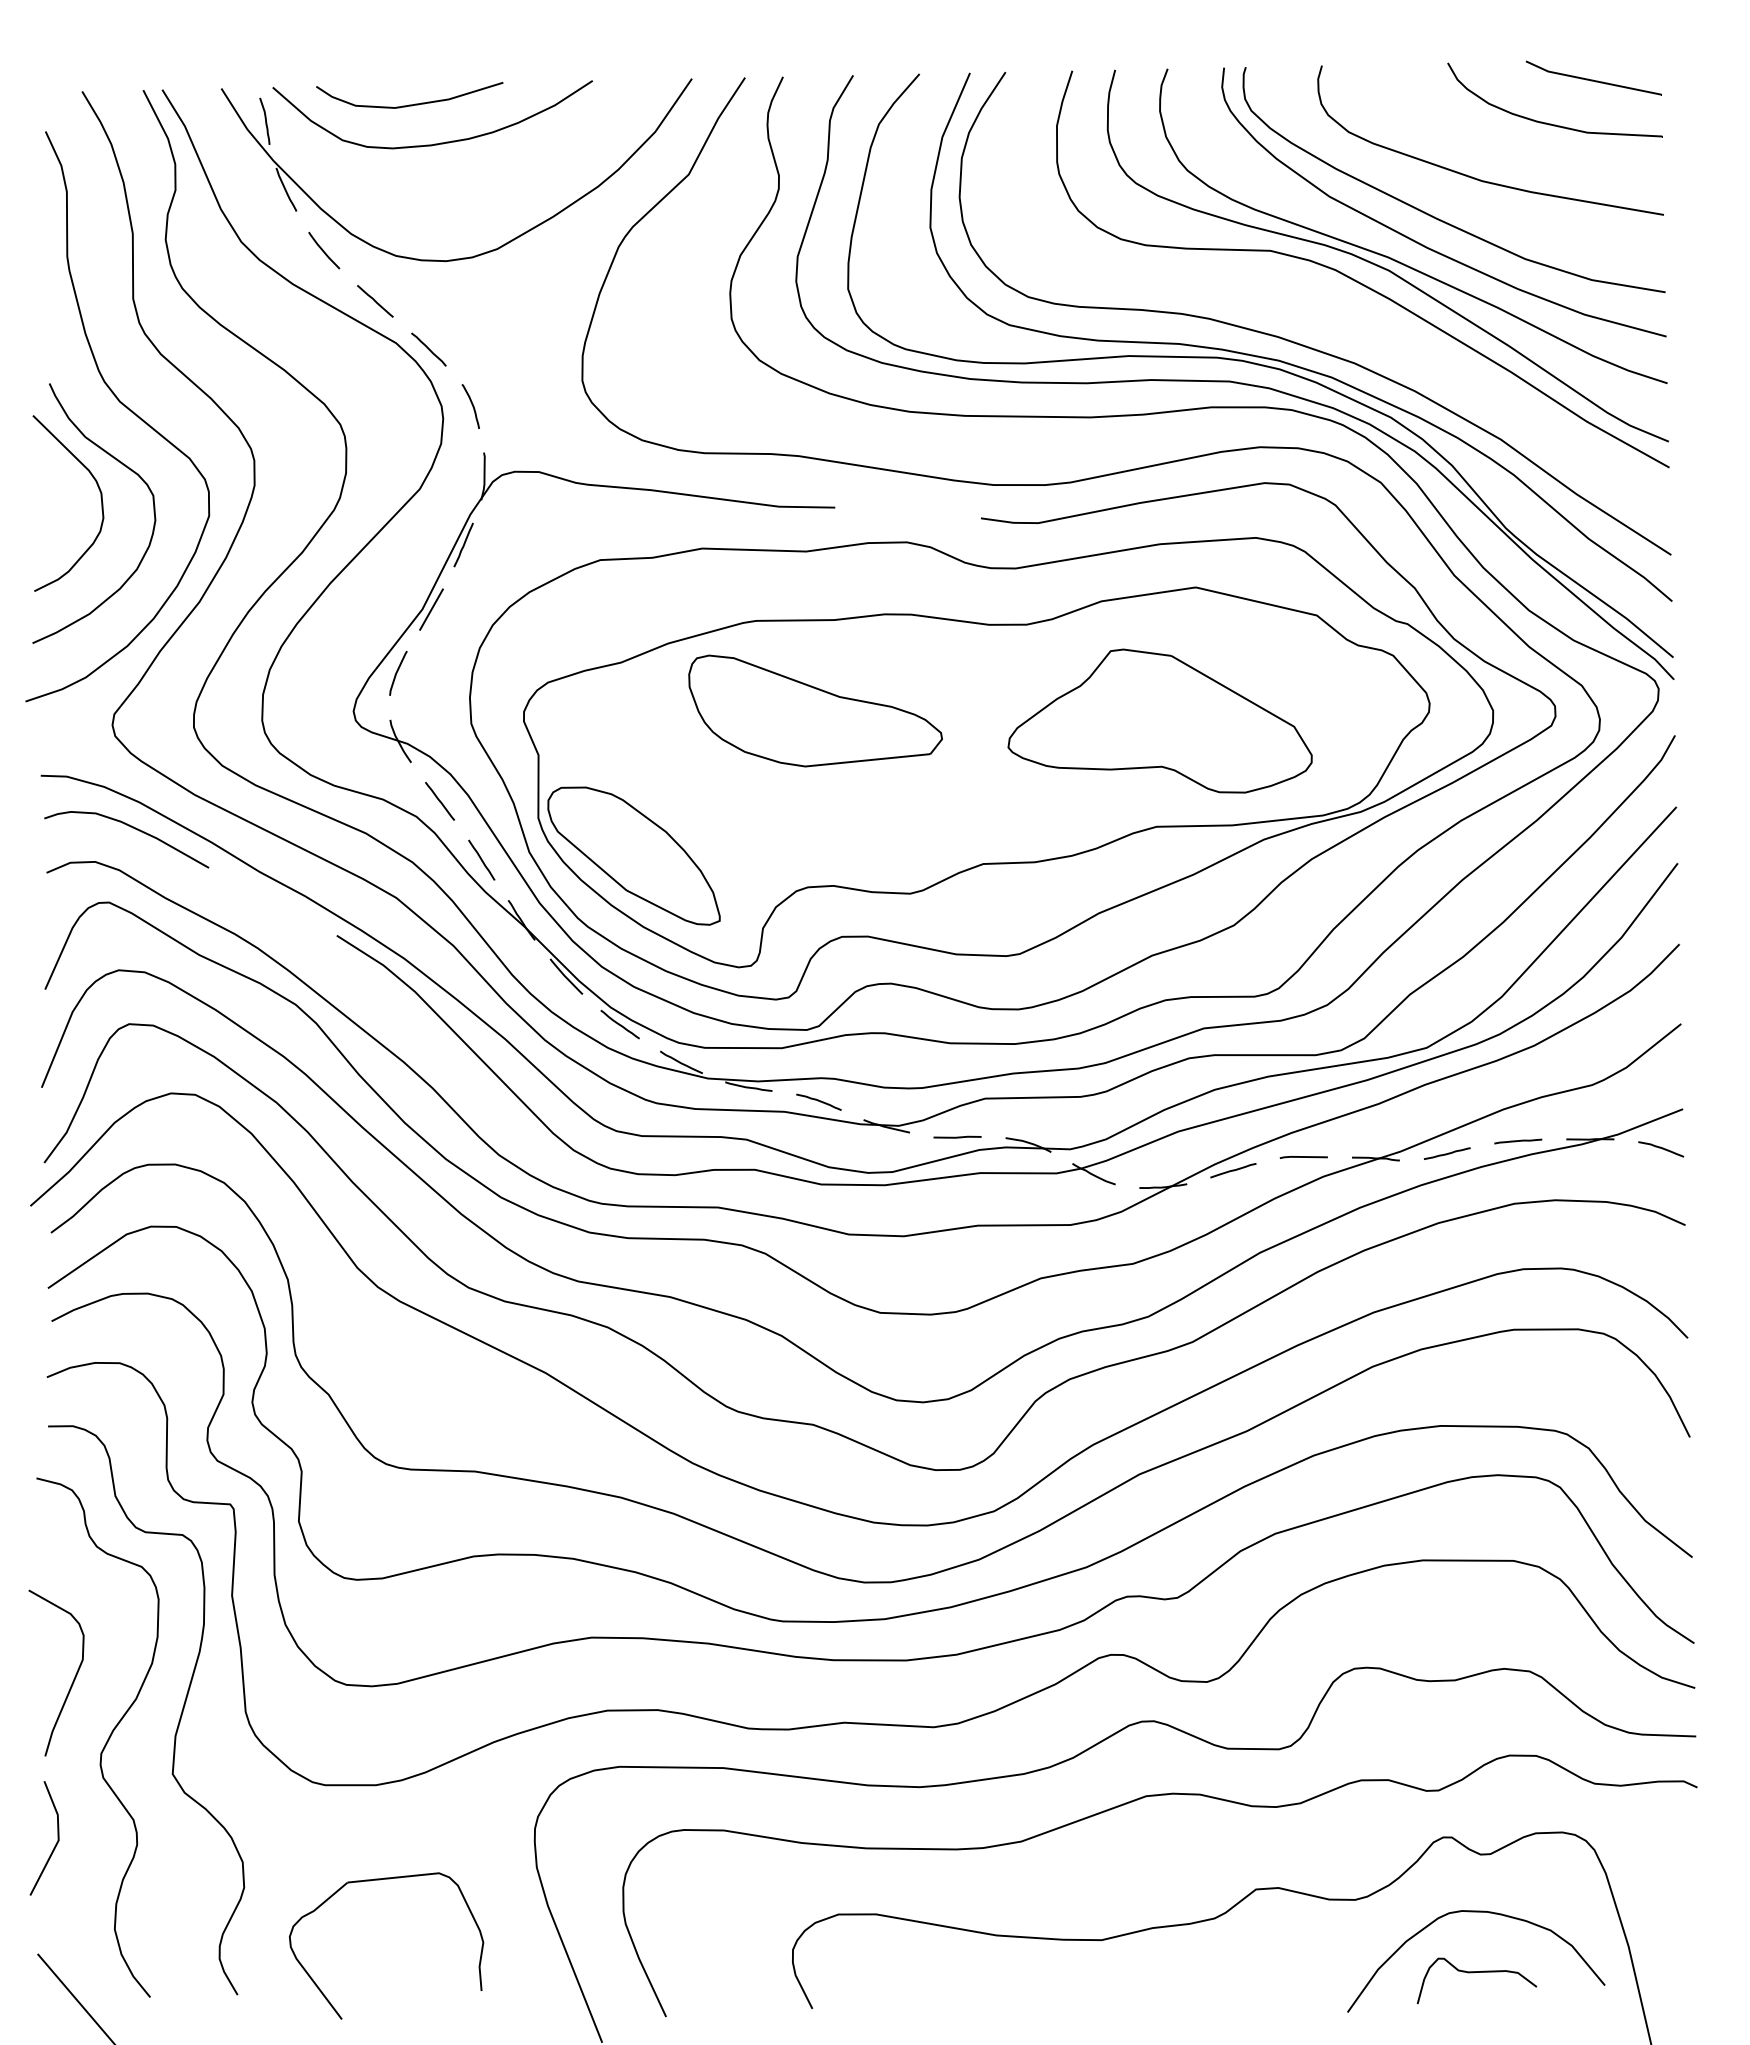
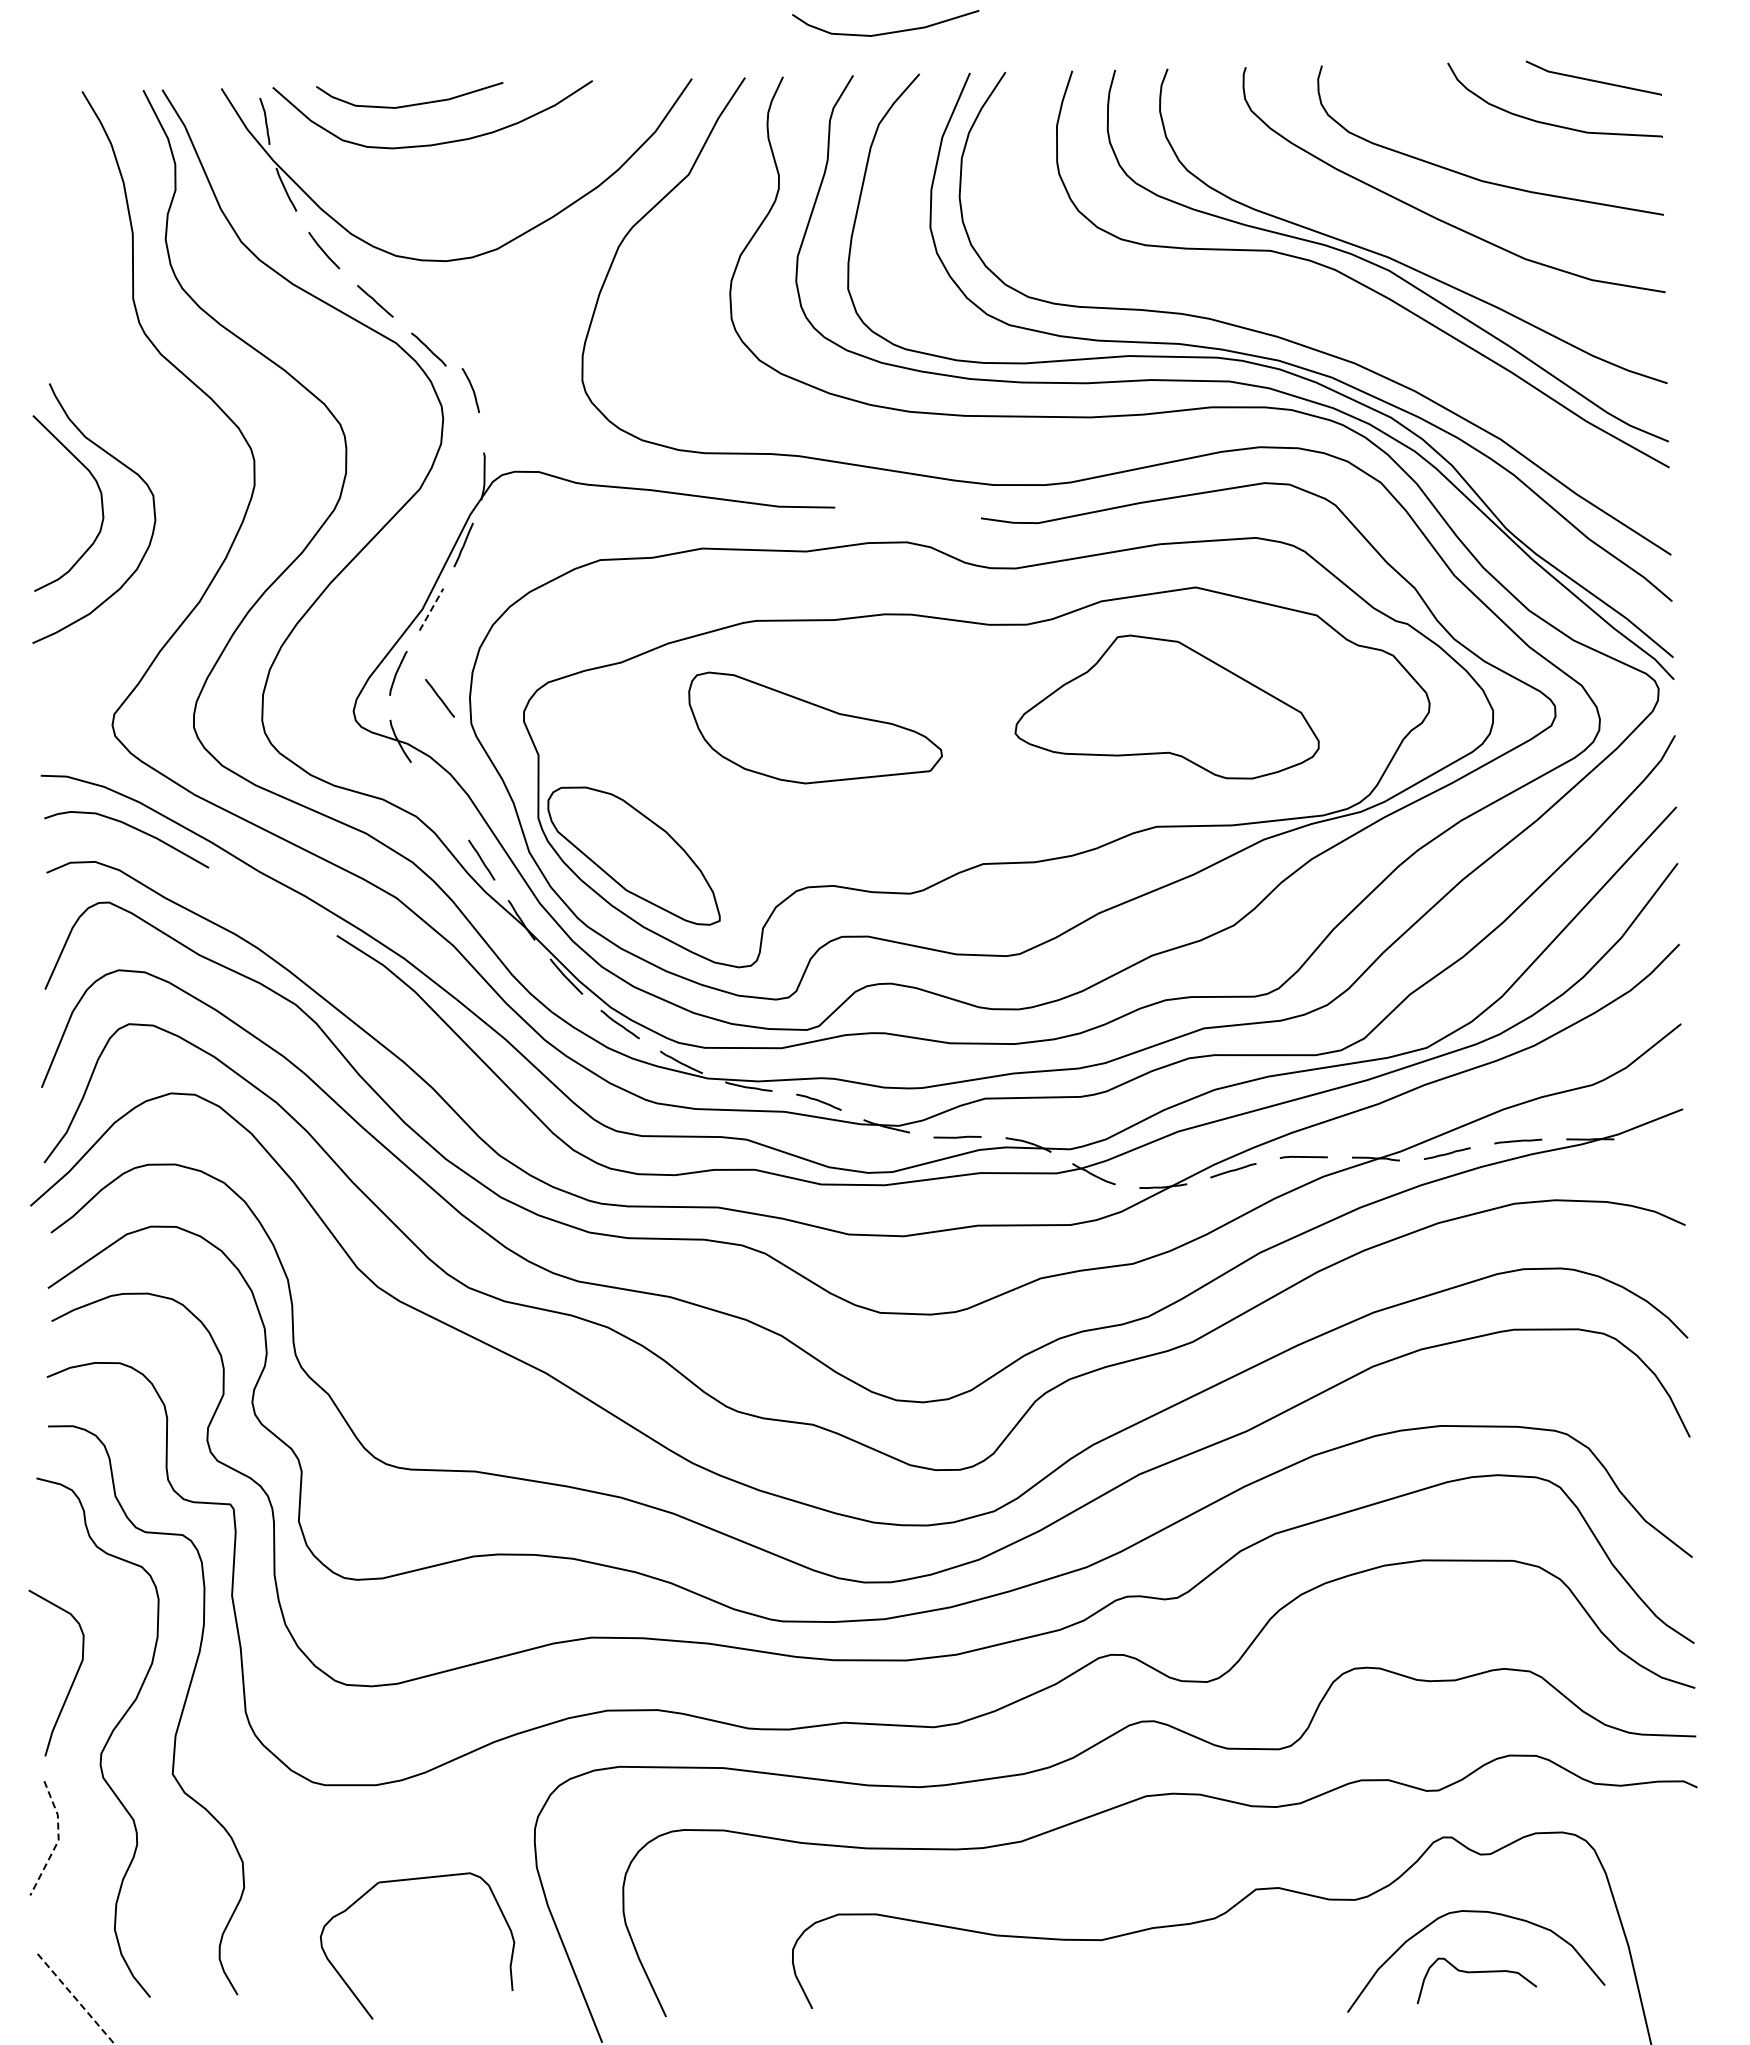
curve at (885, 32): none -> present
part at (1423, 244): present -> none
curve at (472, 406) position: (472, 406) -> (472, 390)
curve at (125, 407): present -> none
line at (431, 609): solid -> dashed
part at (815, 710) position: (815, 710) -> (815, 727)
part at (1159, 720) position: (1159, 720) -> (1166, 706)
line at (440, 800) position: (440, 800) -> (440, 697)
curve at (1661, 1148): present -> none
line at (58, 1840): solid -> dashed
part at (380, 1880) position: (380, 1880) -> (411, 1880)
line at (76, 1999): solid -> dashed
